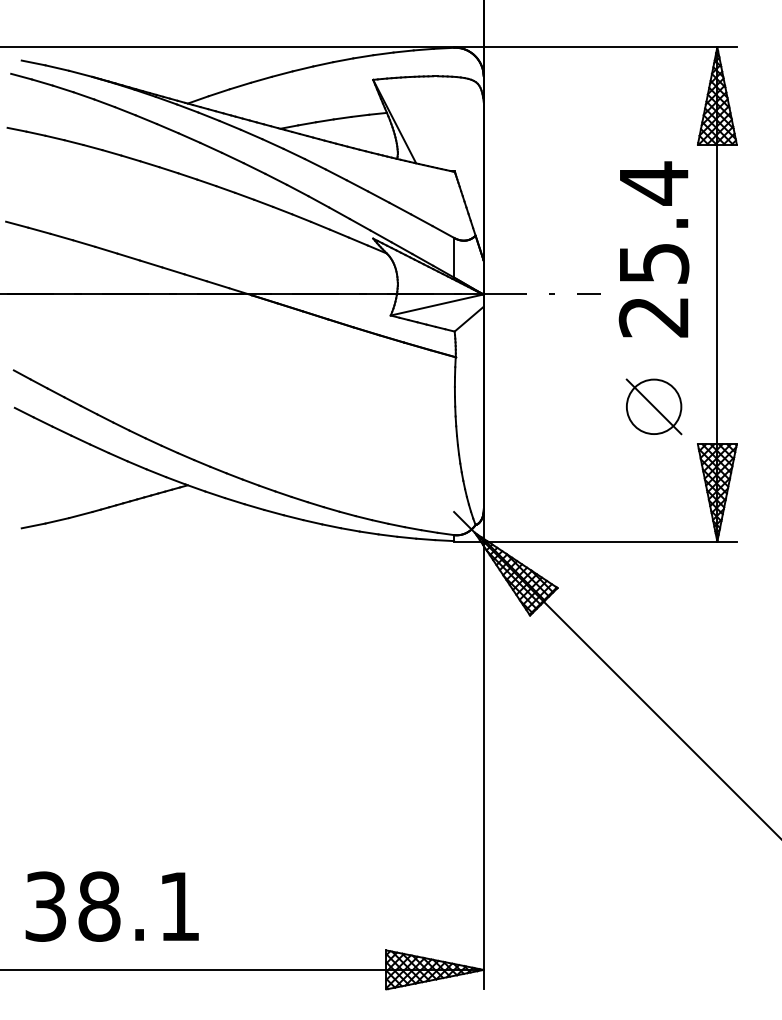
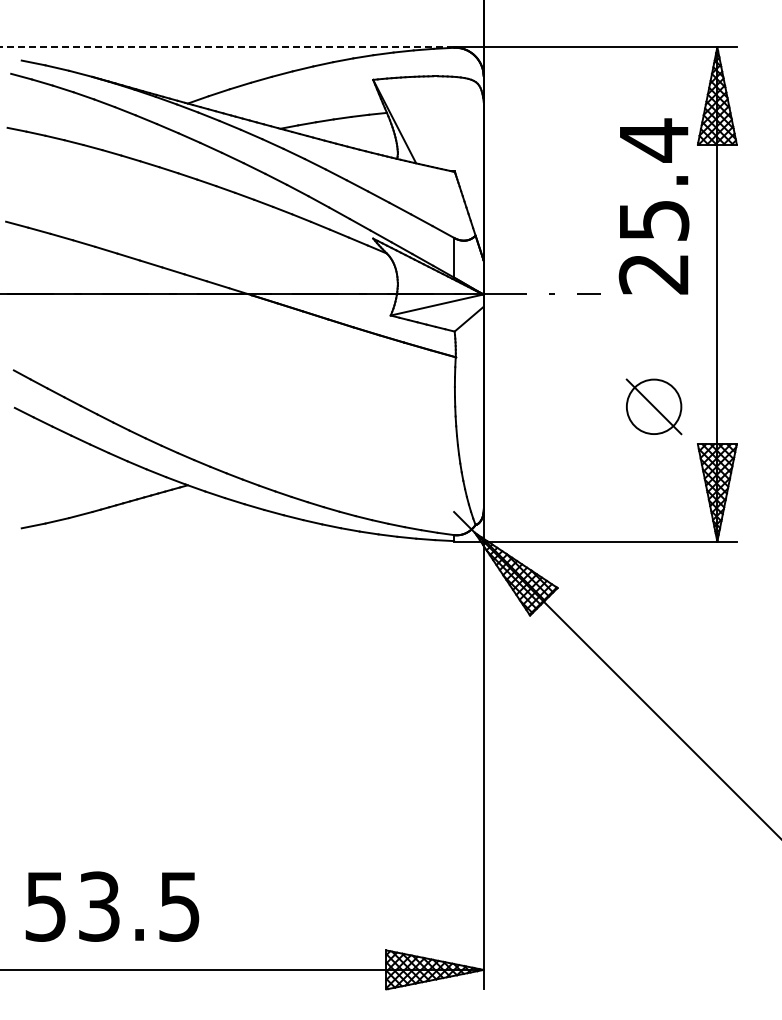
line at (227, 47): solid -> dashed
text at (653, 249) position: (653, 249) -> (653, 206)
text at (112, 906): 38.1 -> 53.5
